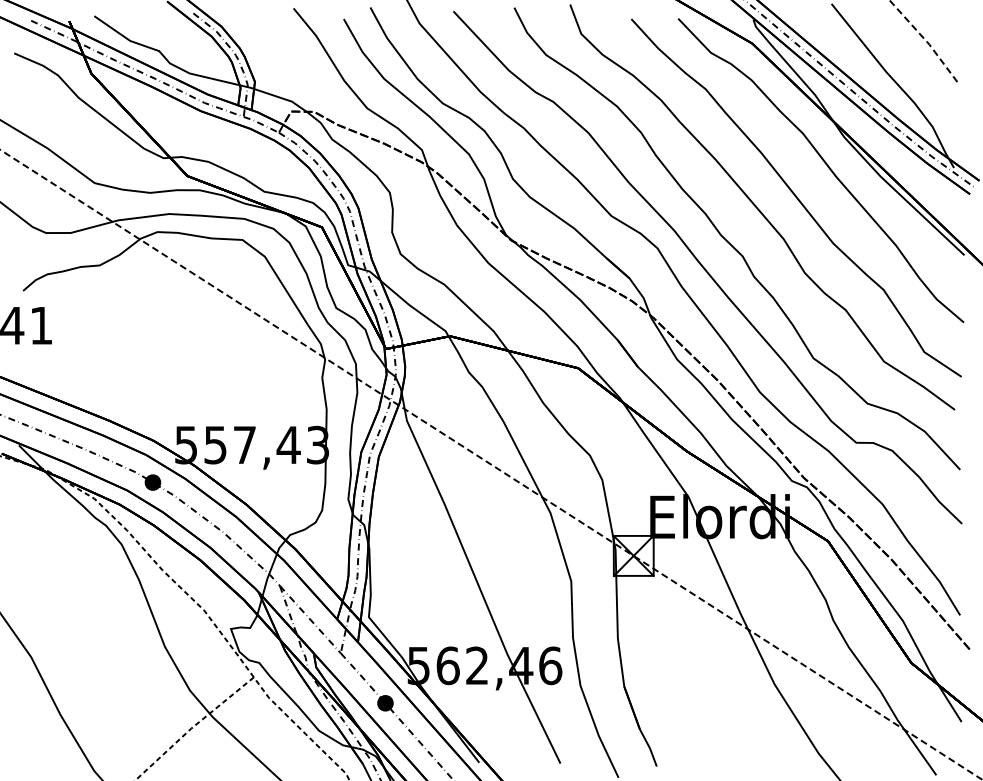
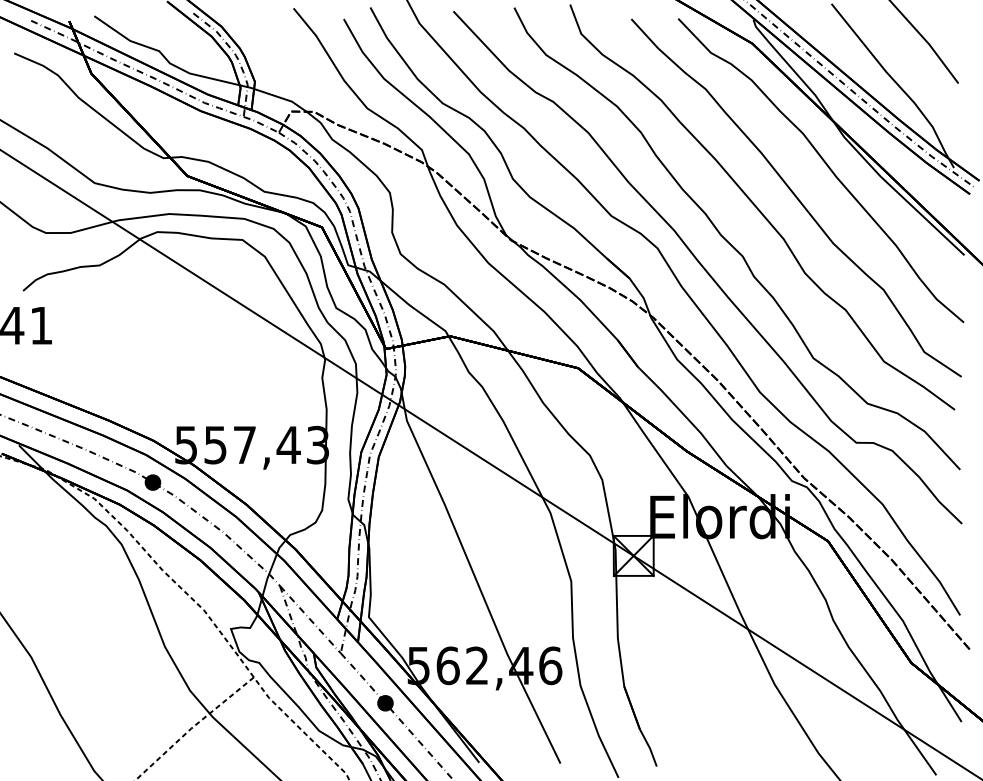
line at (925, 40): dashed -> solid
line at (492, 465): dashed -> solid
